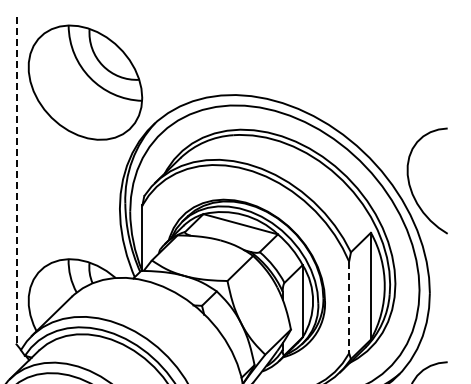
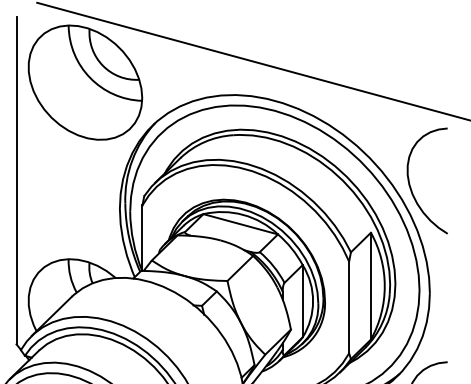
line at (252, 60): none -> present
line at (16, 180): dashed -> solid
line at (349, 307): dashed -> solid
